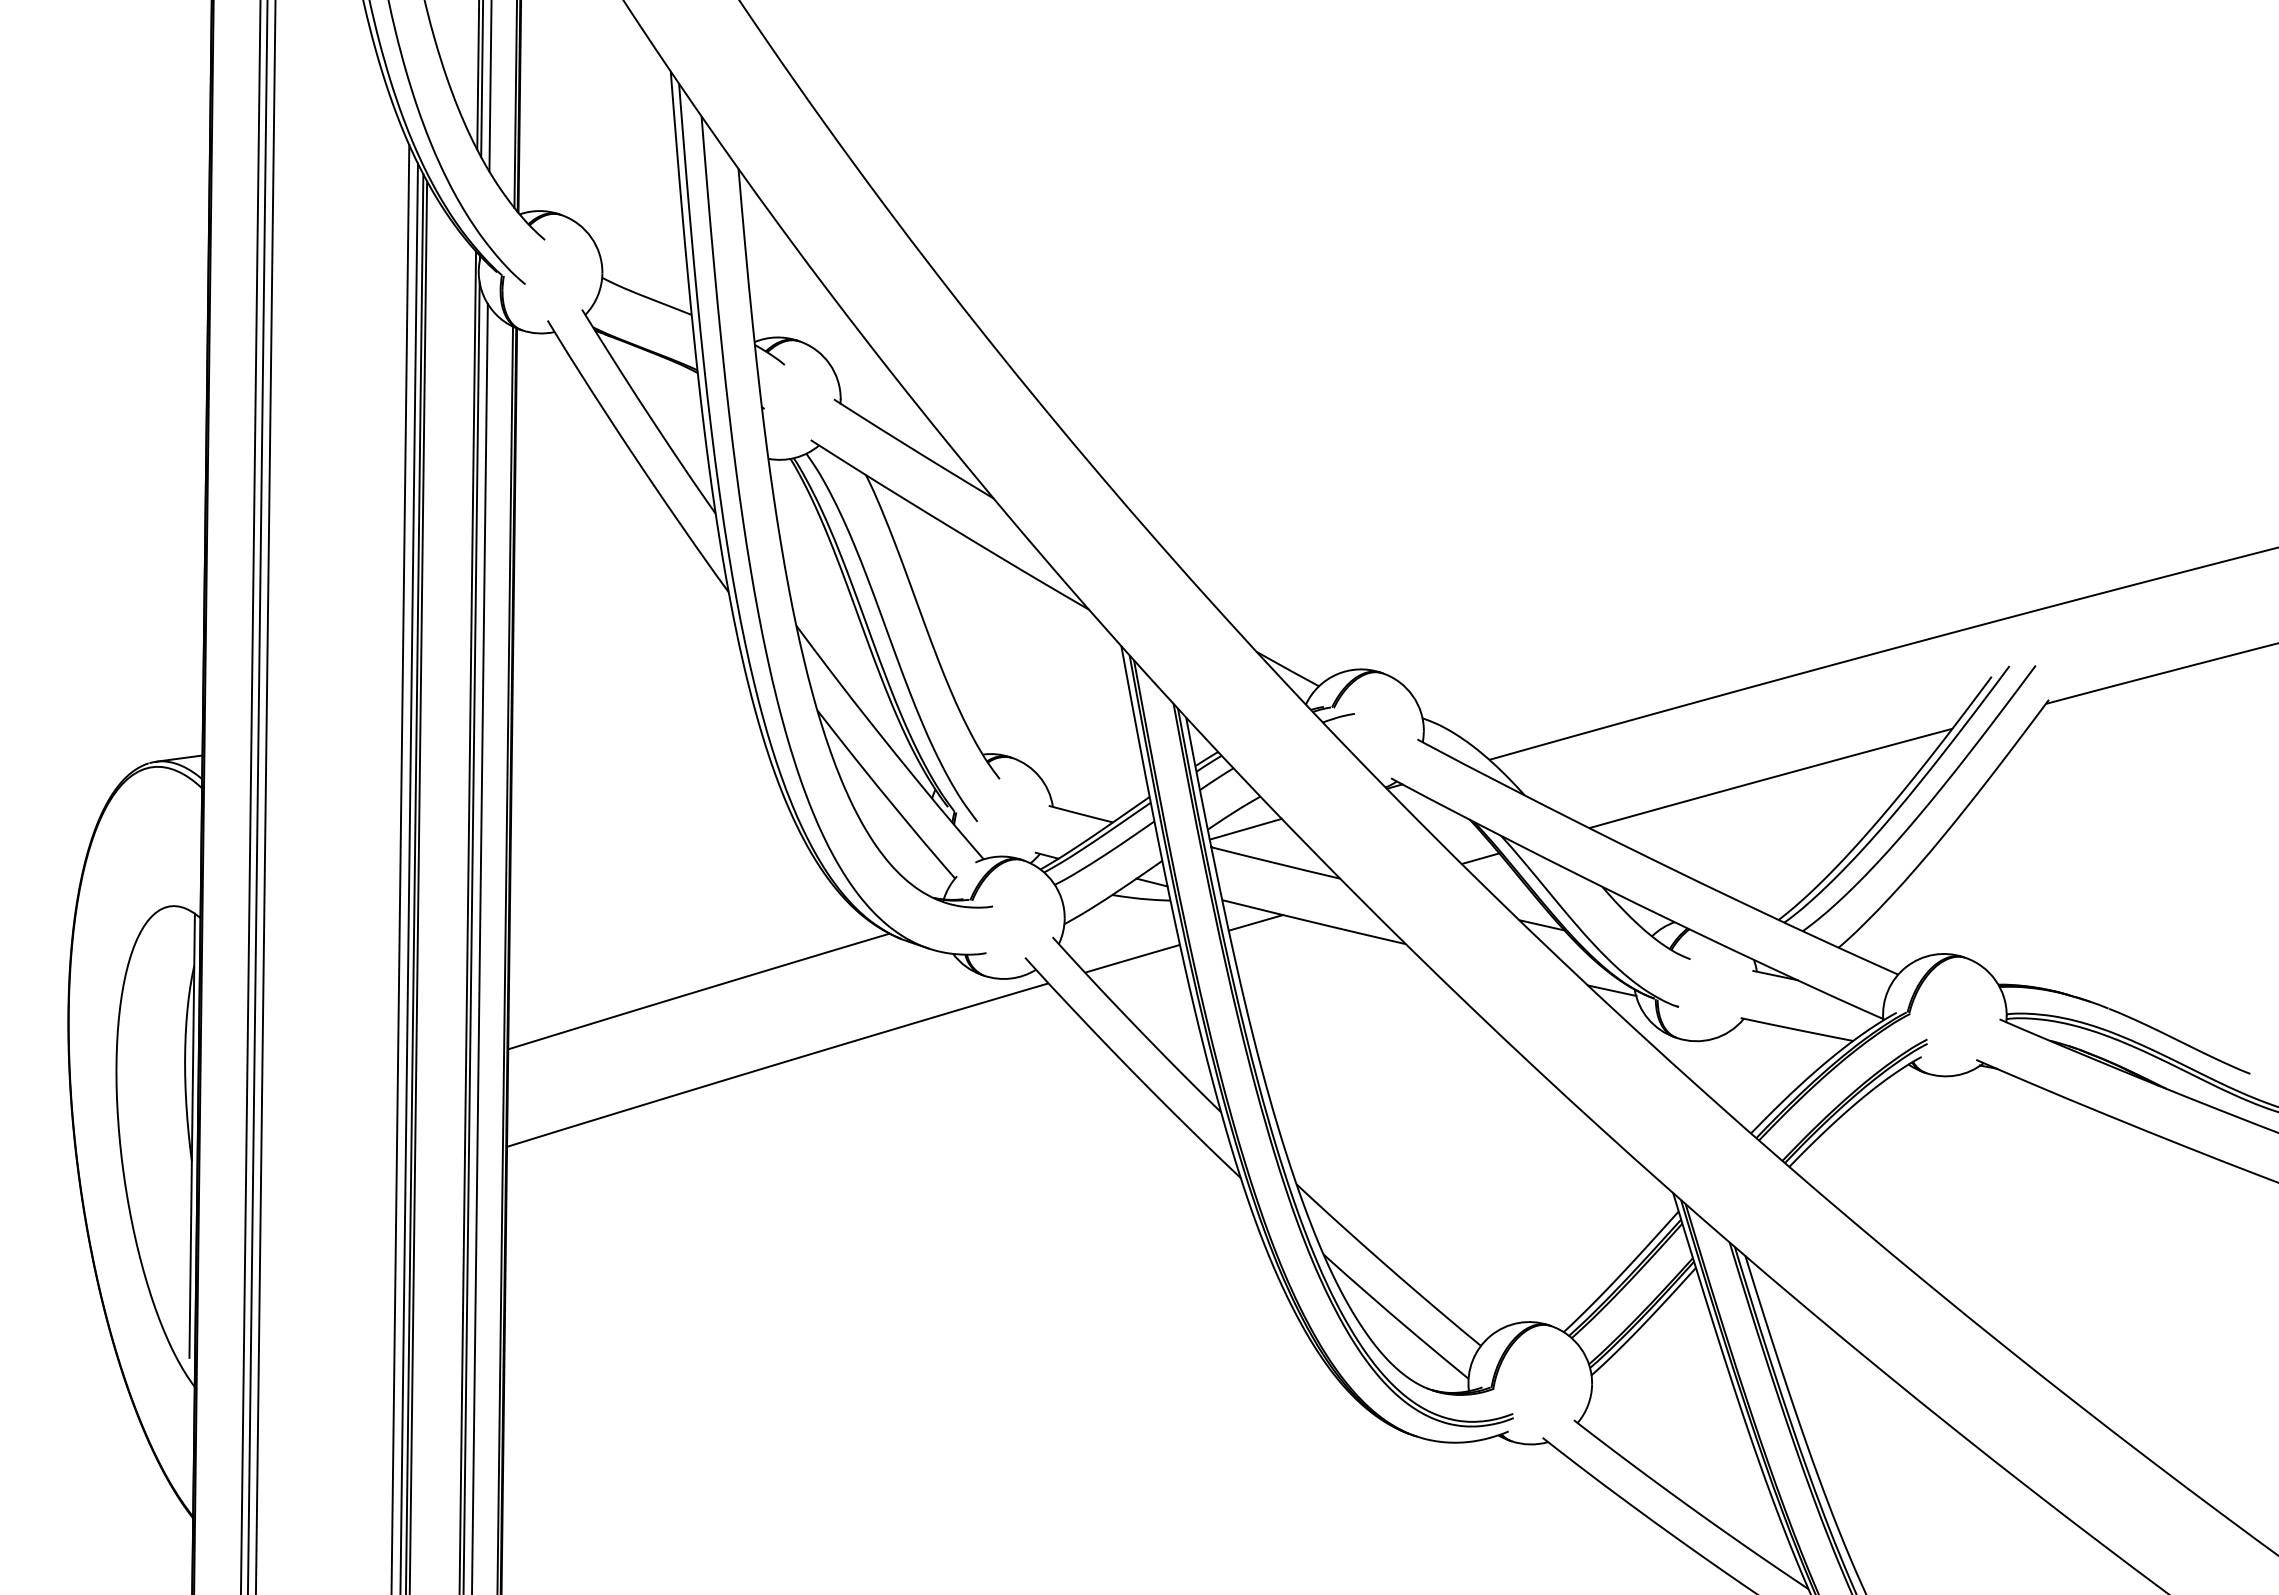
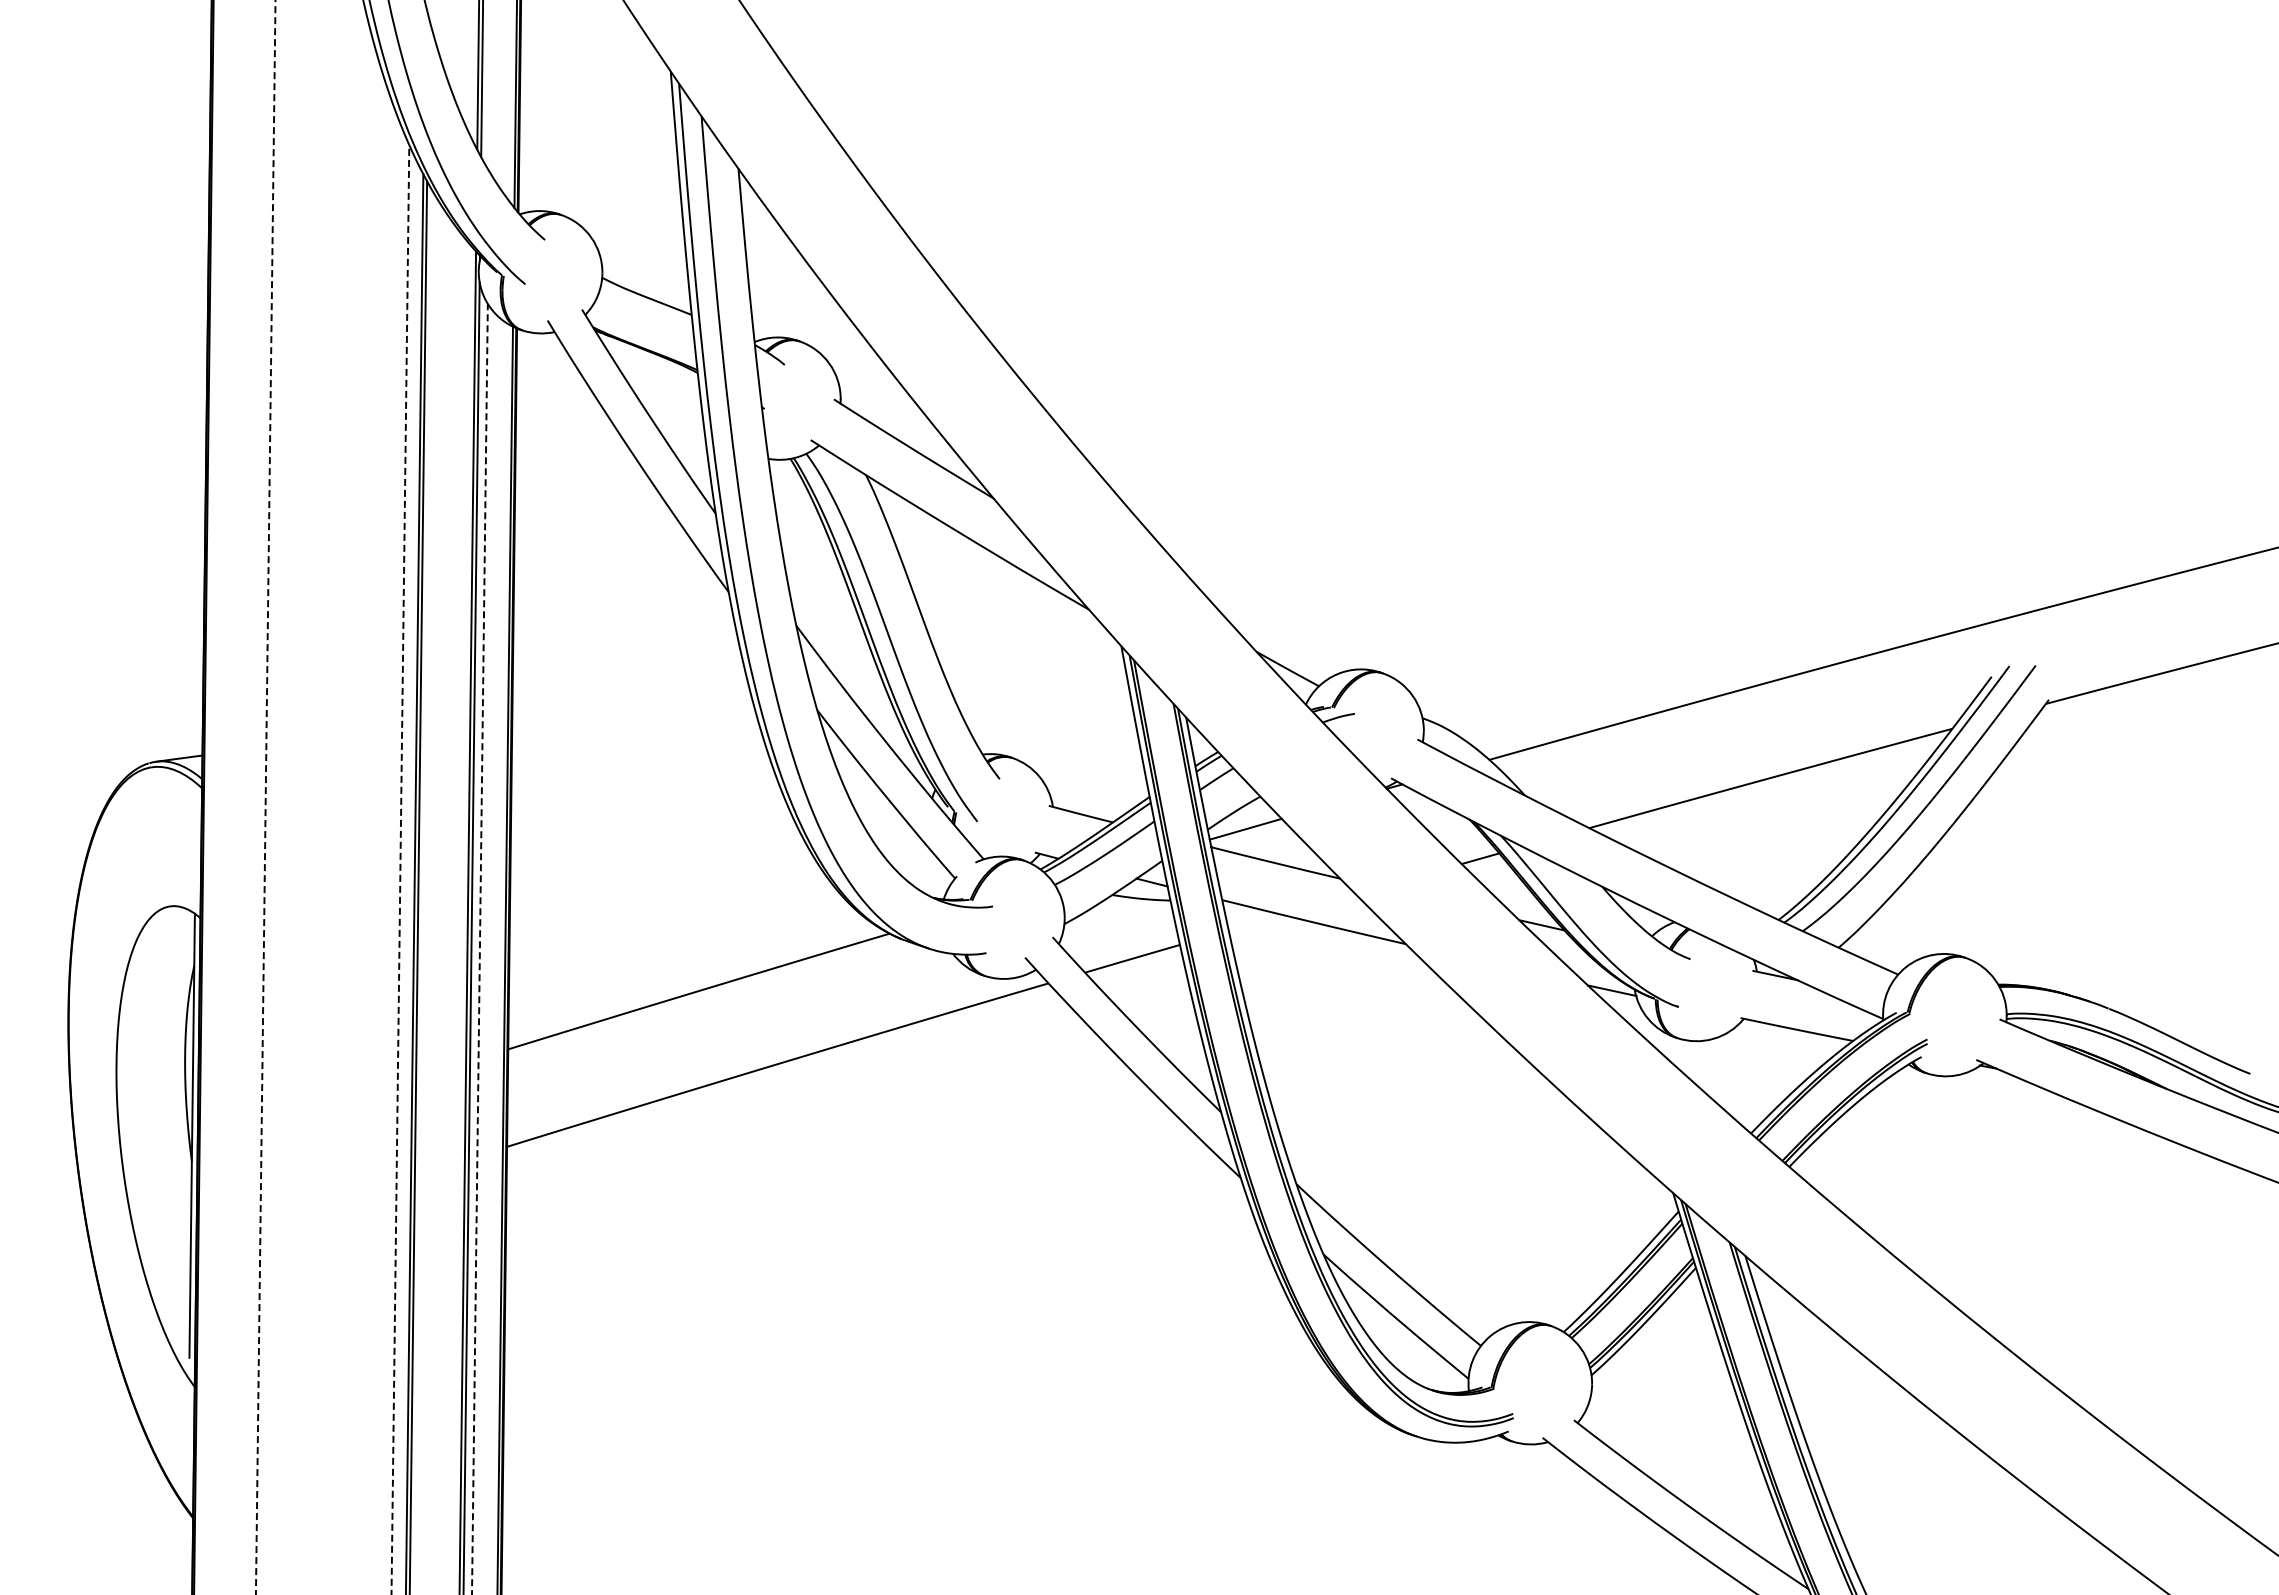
line at (490, 86): present -> none
line at (250, 796): present -> none
line at (257, 796): present -> none
line at (265, 797): solid -> dashed
line at (400, 869): solid -> dashed
line at (408, 877): present -> none
line at (1255, 922): present -> none
line at (479, 948): solid -> dashed
